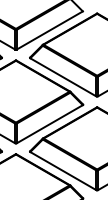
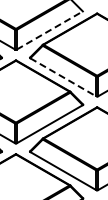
line at (50, 30): solid -> dashed
line at (63, 77): solid -> dashed
